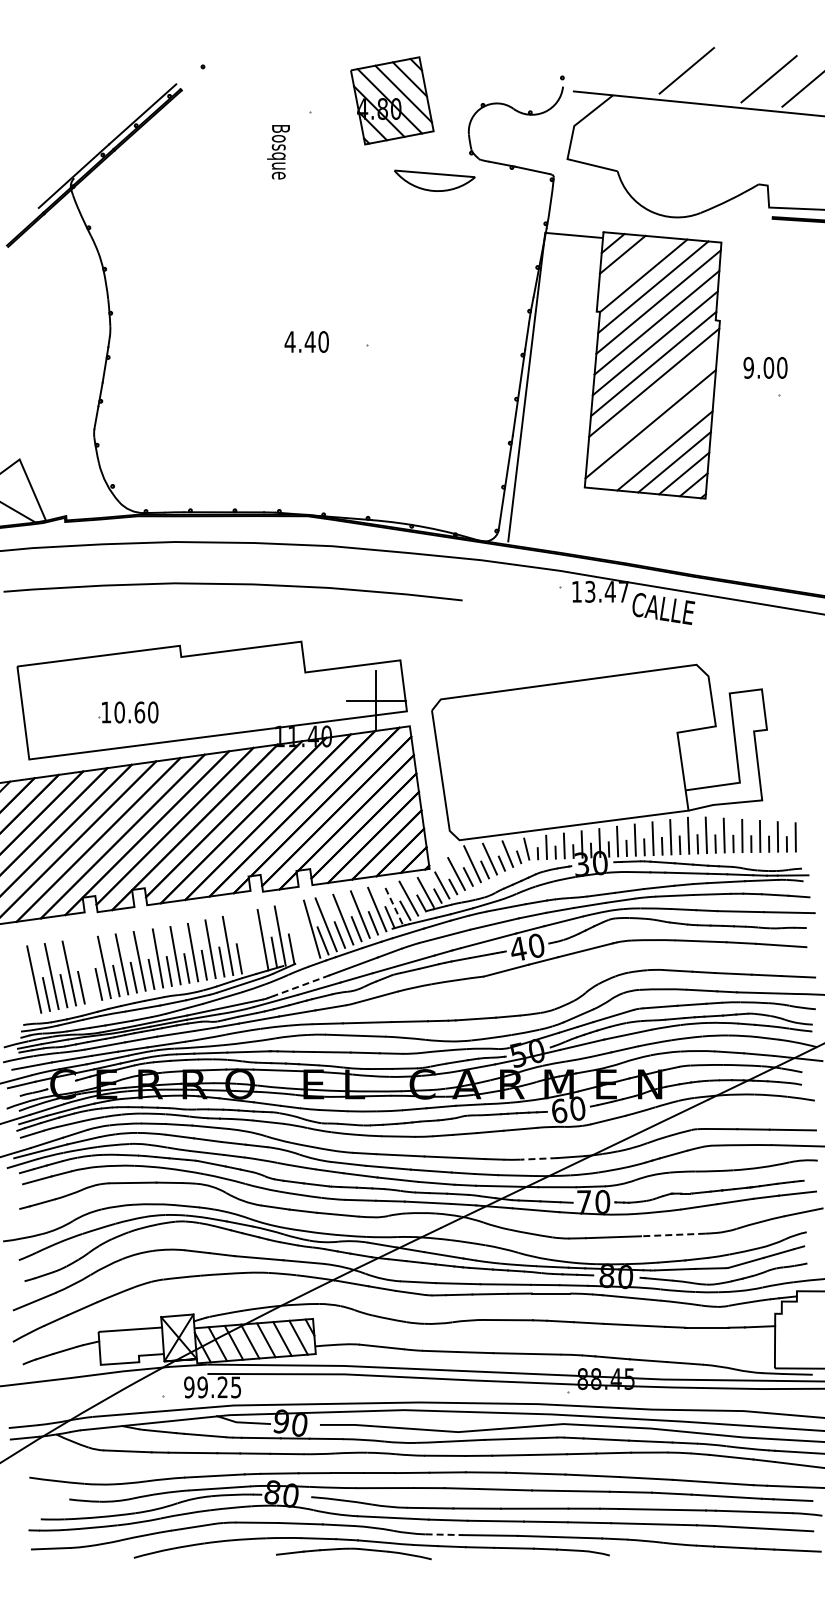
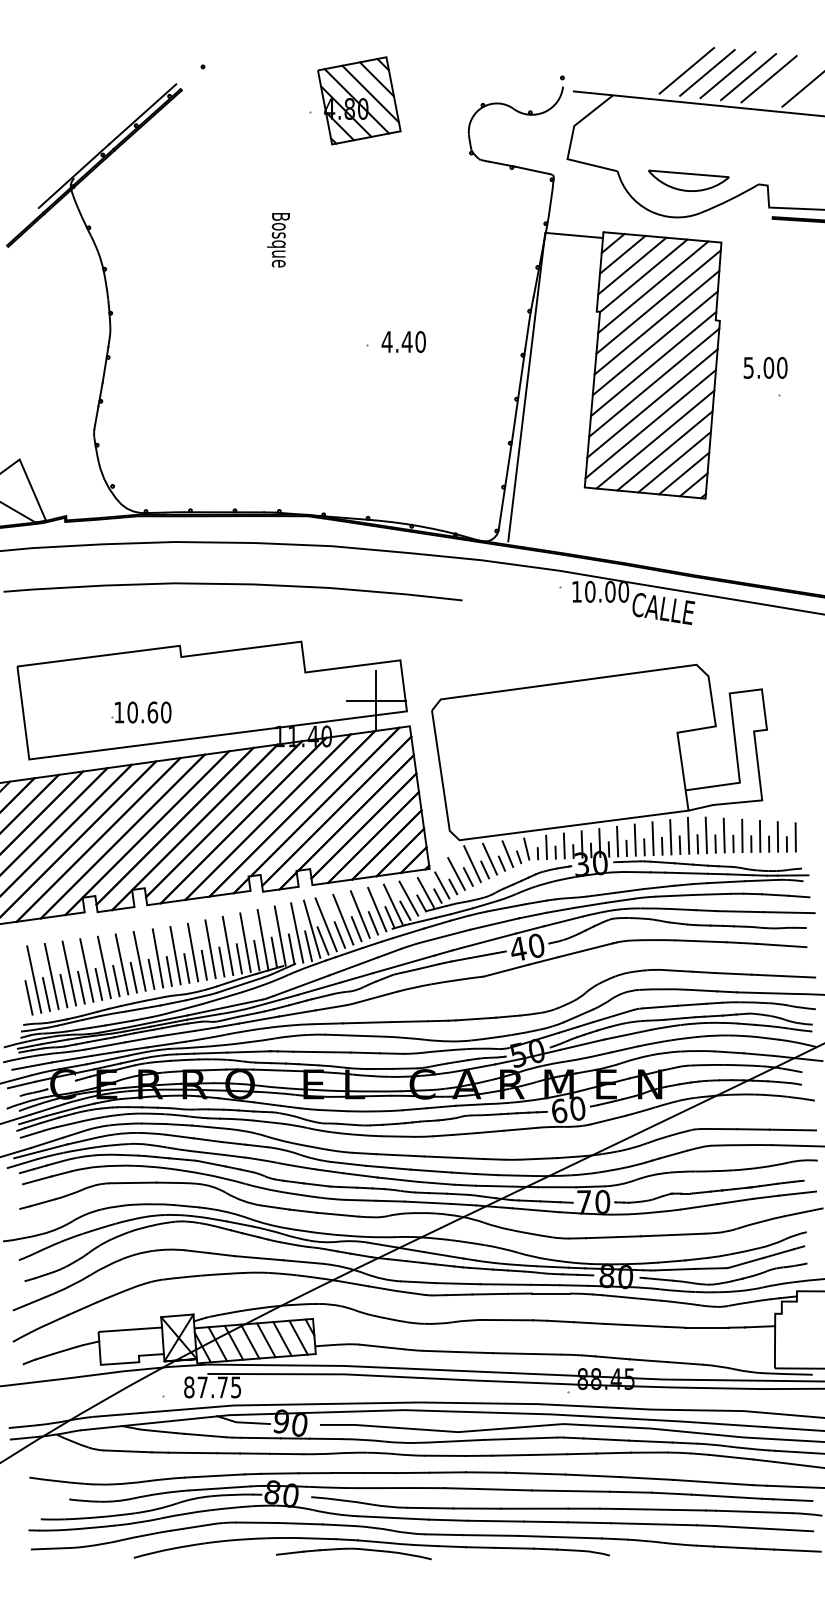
line at (707, 72): none -> present
line at (727, 75): none -> present
line at (748, 77): none -> present
part at (392, 100) position: (392, 100) -> (359, 100)
text at (278, 152) position: (278, 152) -> (278, 240)
part at (434, 180) position: (434, 180) -> (688, 180)
line at (632, 265): none -> present
text at (306, 341) position: (306, 341) -> (403, 341)
text at (748, 367): 9.00 -> 5.00
line at (652, 403): none -> present
line at (655, 439): none -> present
text at (607, 591): 13.47 -> 10.00
part at (128, 712) position: (128, 712) -> (141, 712)
line at (393, 904): dashed -> solid
line at (297, 932): none -> present
line at (245, 942): none -> present
line at (308, 946): none -> present
line at (256, 955): none -> present
line at (86, 970): none -> present
line at (301, 985): dashed -> solid
line at (28, 997): none -> present
line at (538, 1158): dashed -> solid
line at (672, 1235): dashed -> solid
text at (205, 1387): 99.25 -> 87.75
line at (444, 1534): dashed -> solid
